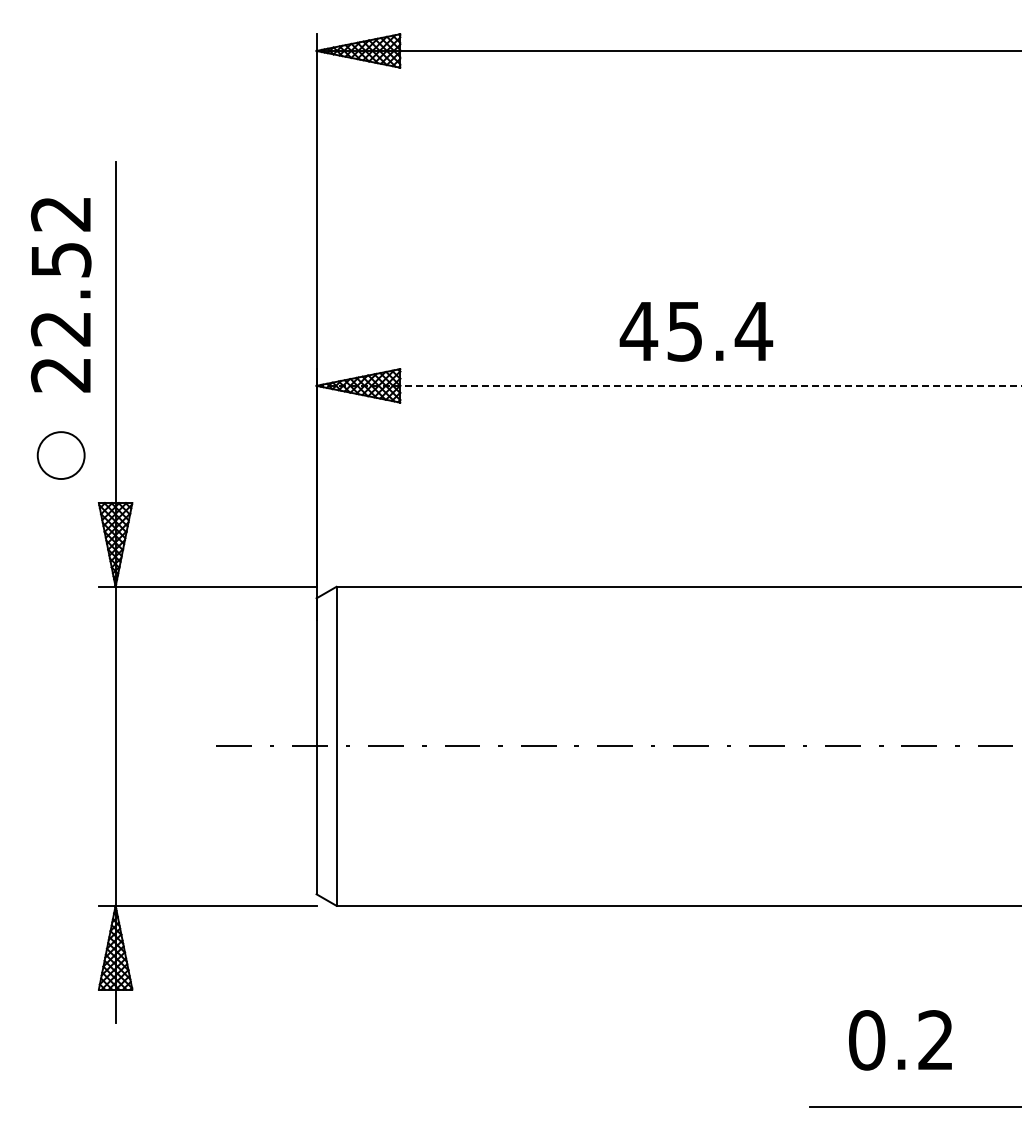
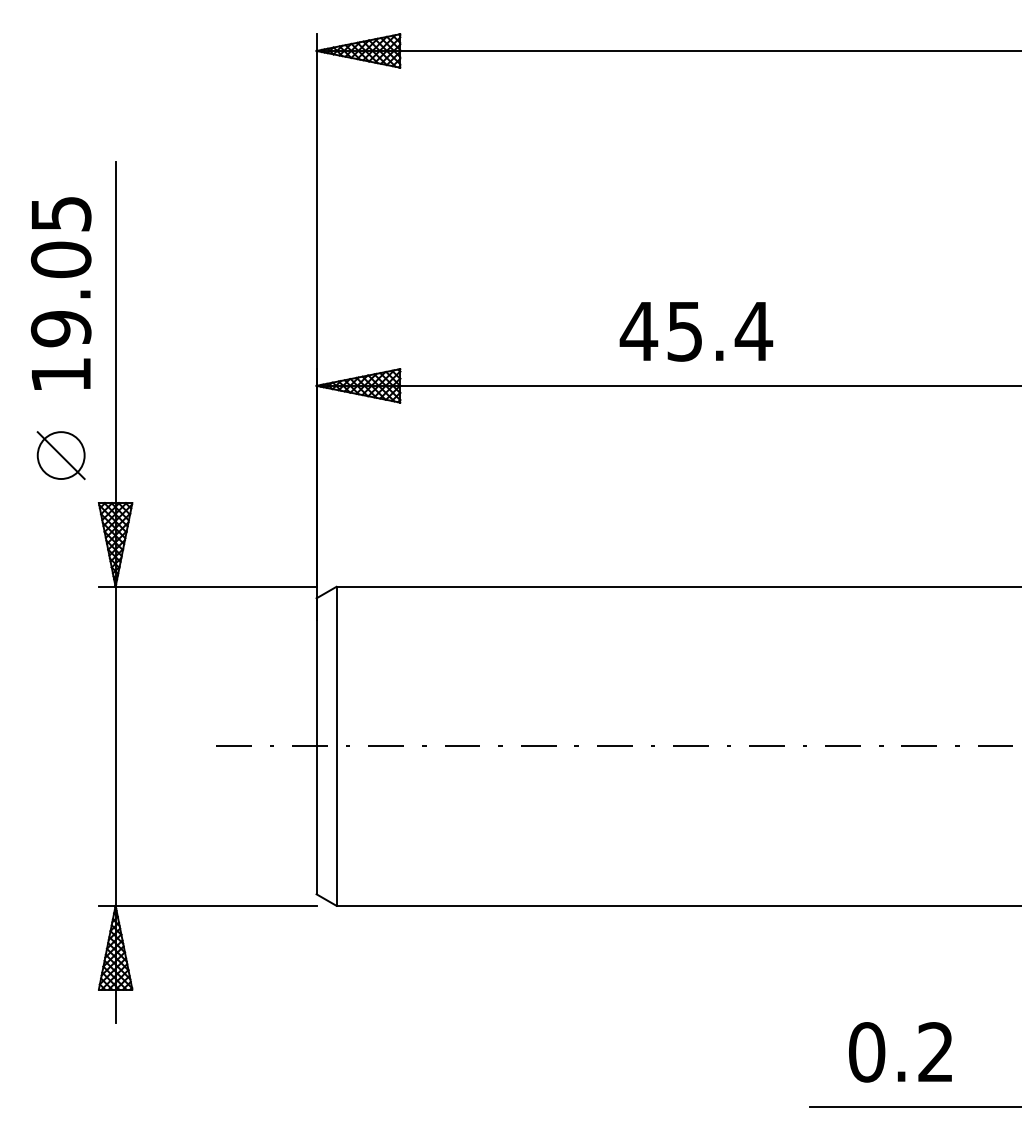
text at (60, 294): 22.52 -> 19.05
line at (669, 385): dashed -> solid
line at (60, 455): none -> present
text at (900, 1040) position: (900, 1040) -> (900, 1052)
